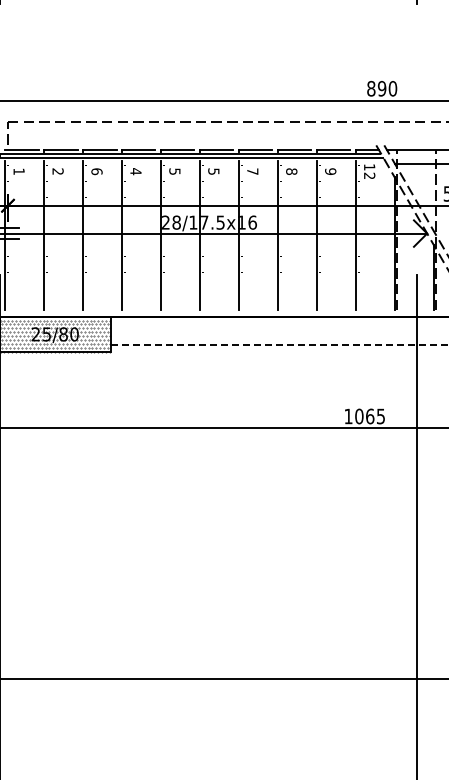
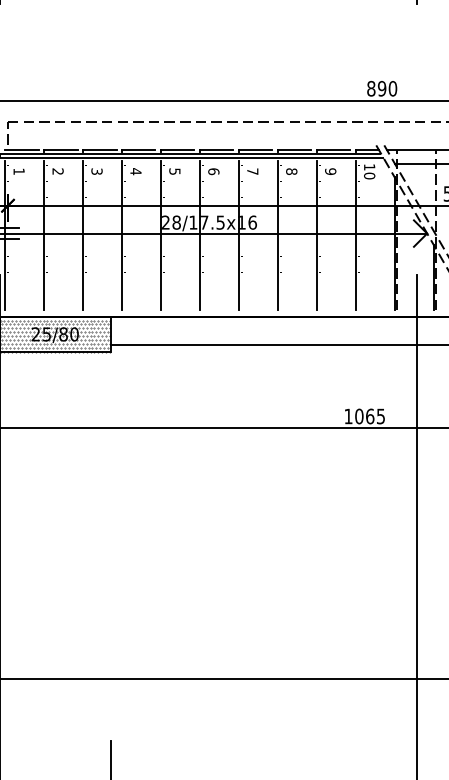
text at (96, 171): 6 -> 3
text at (213, 171): 5 -> 6
text at (369, 175): 12 -> 10
line at (279, 344): dashed -> solid
line at (110, 758): none -> present
